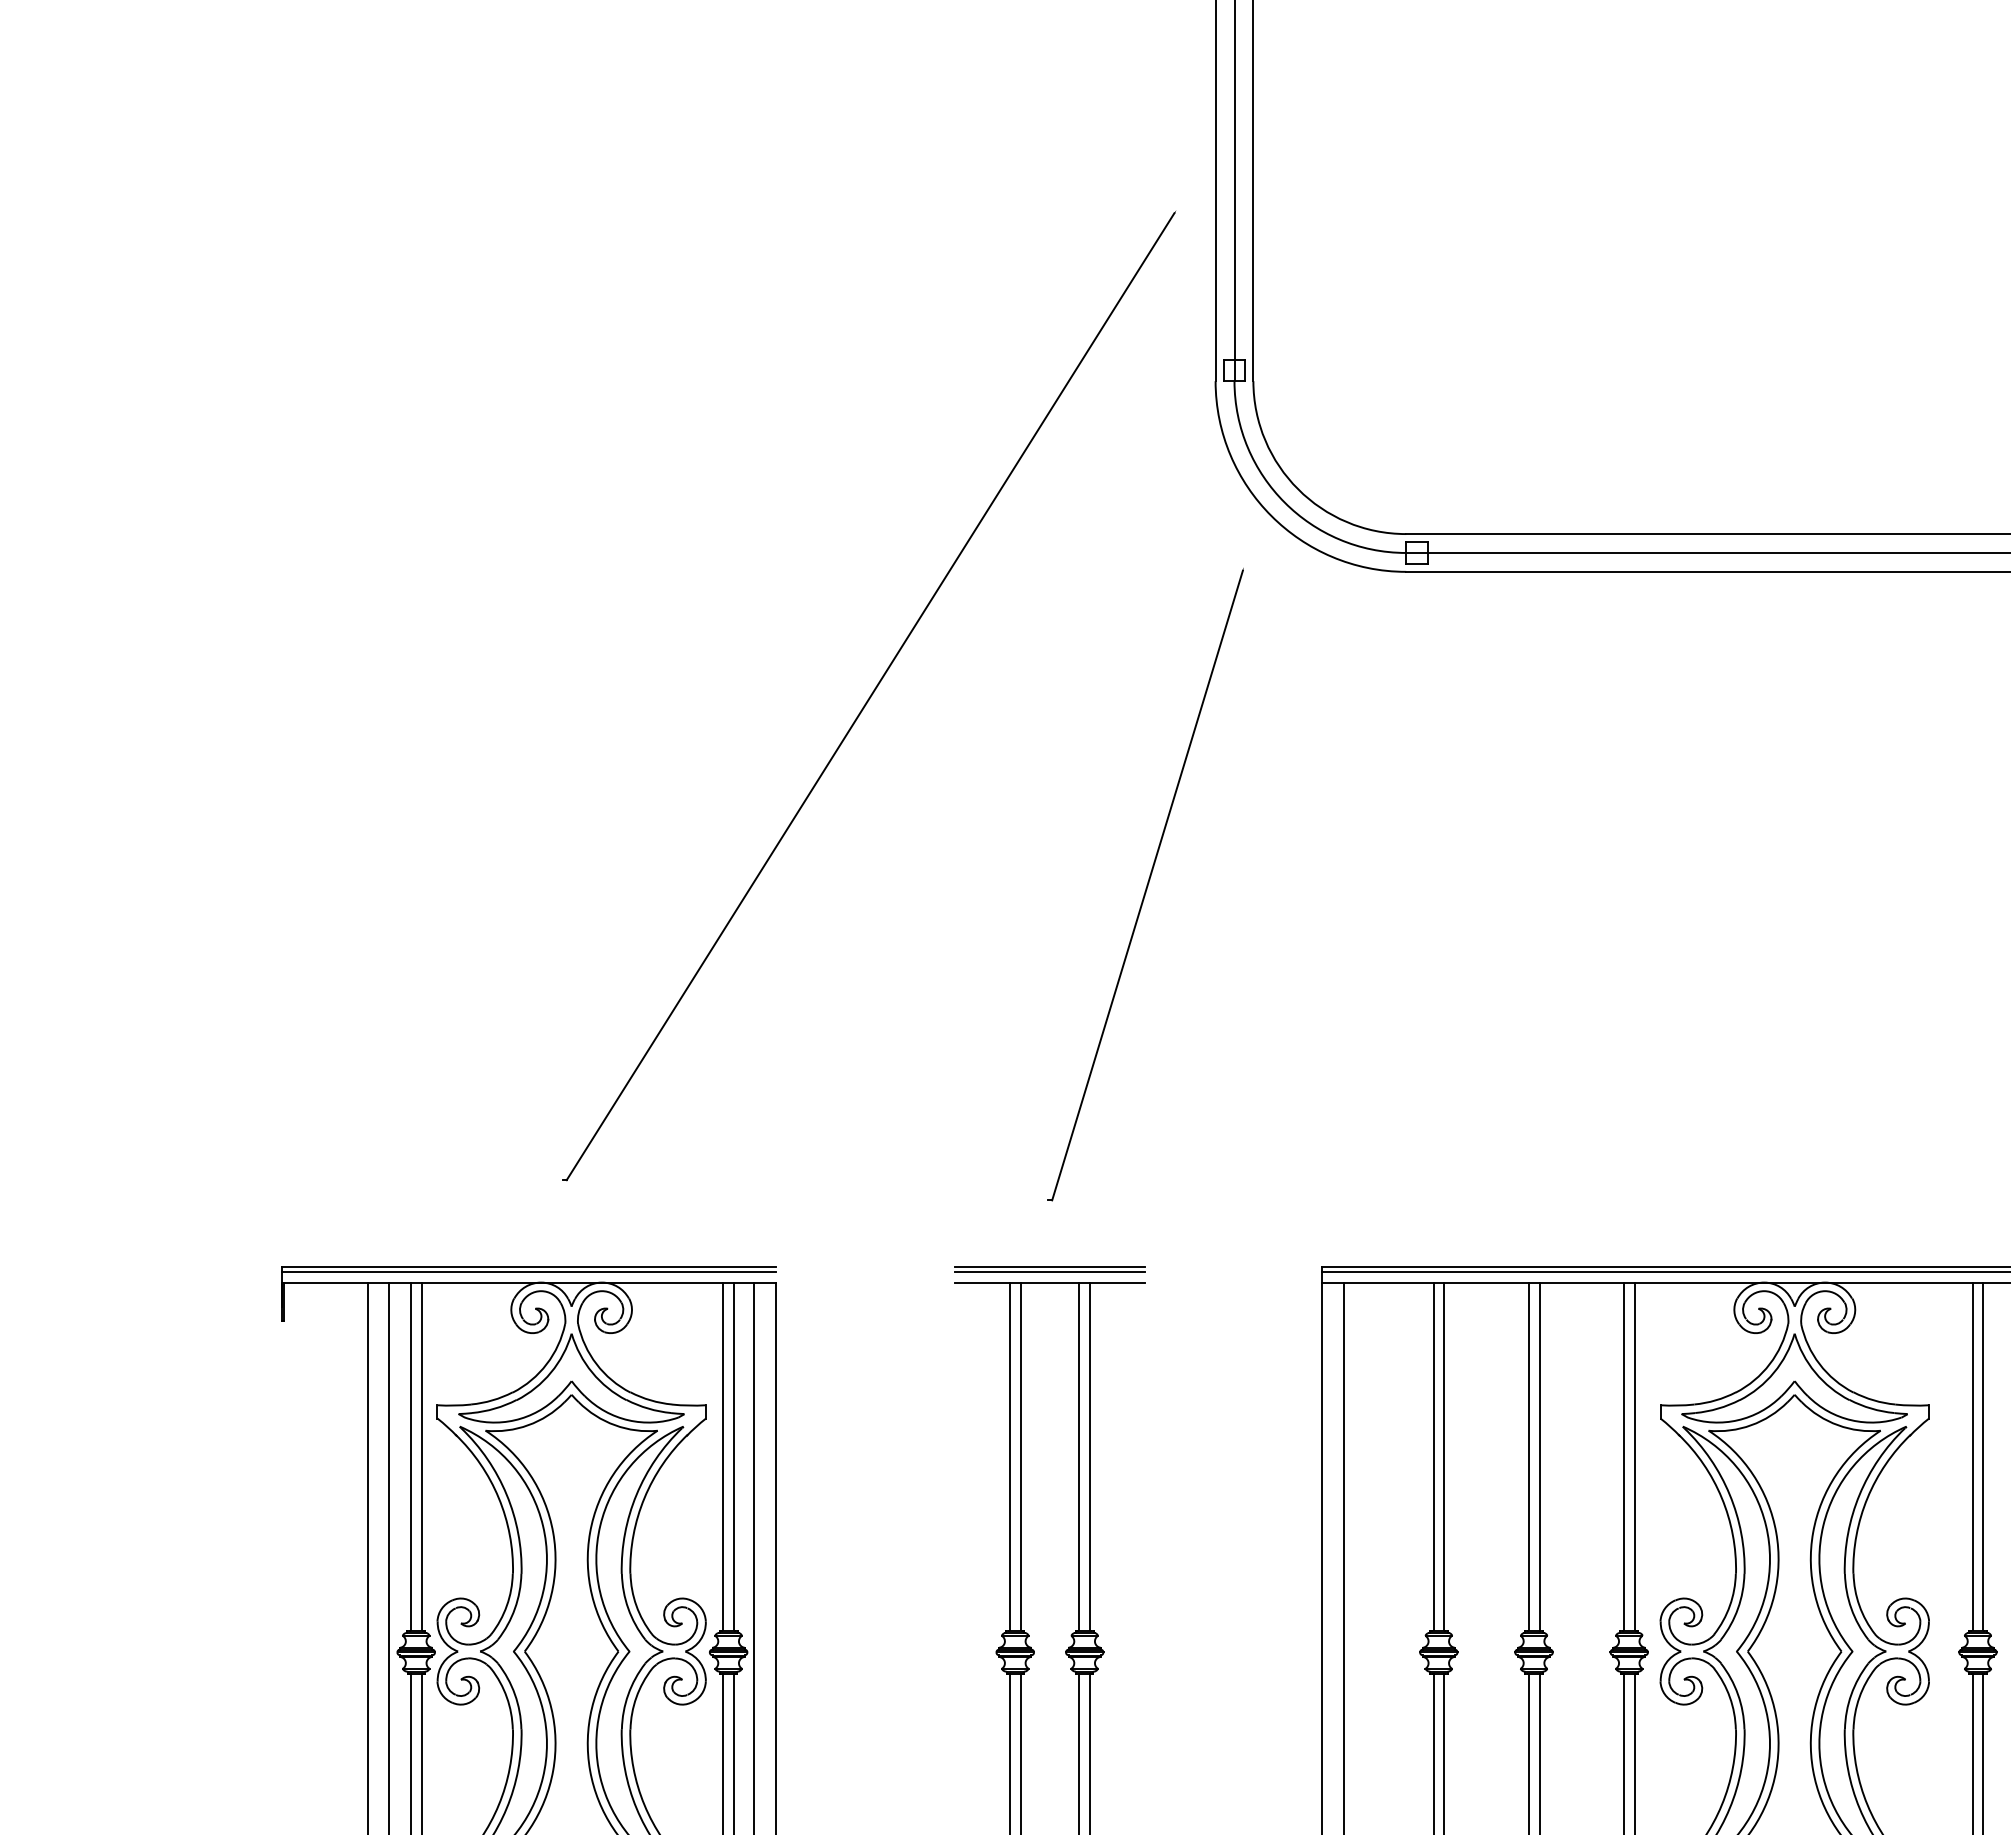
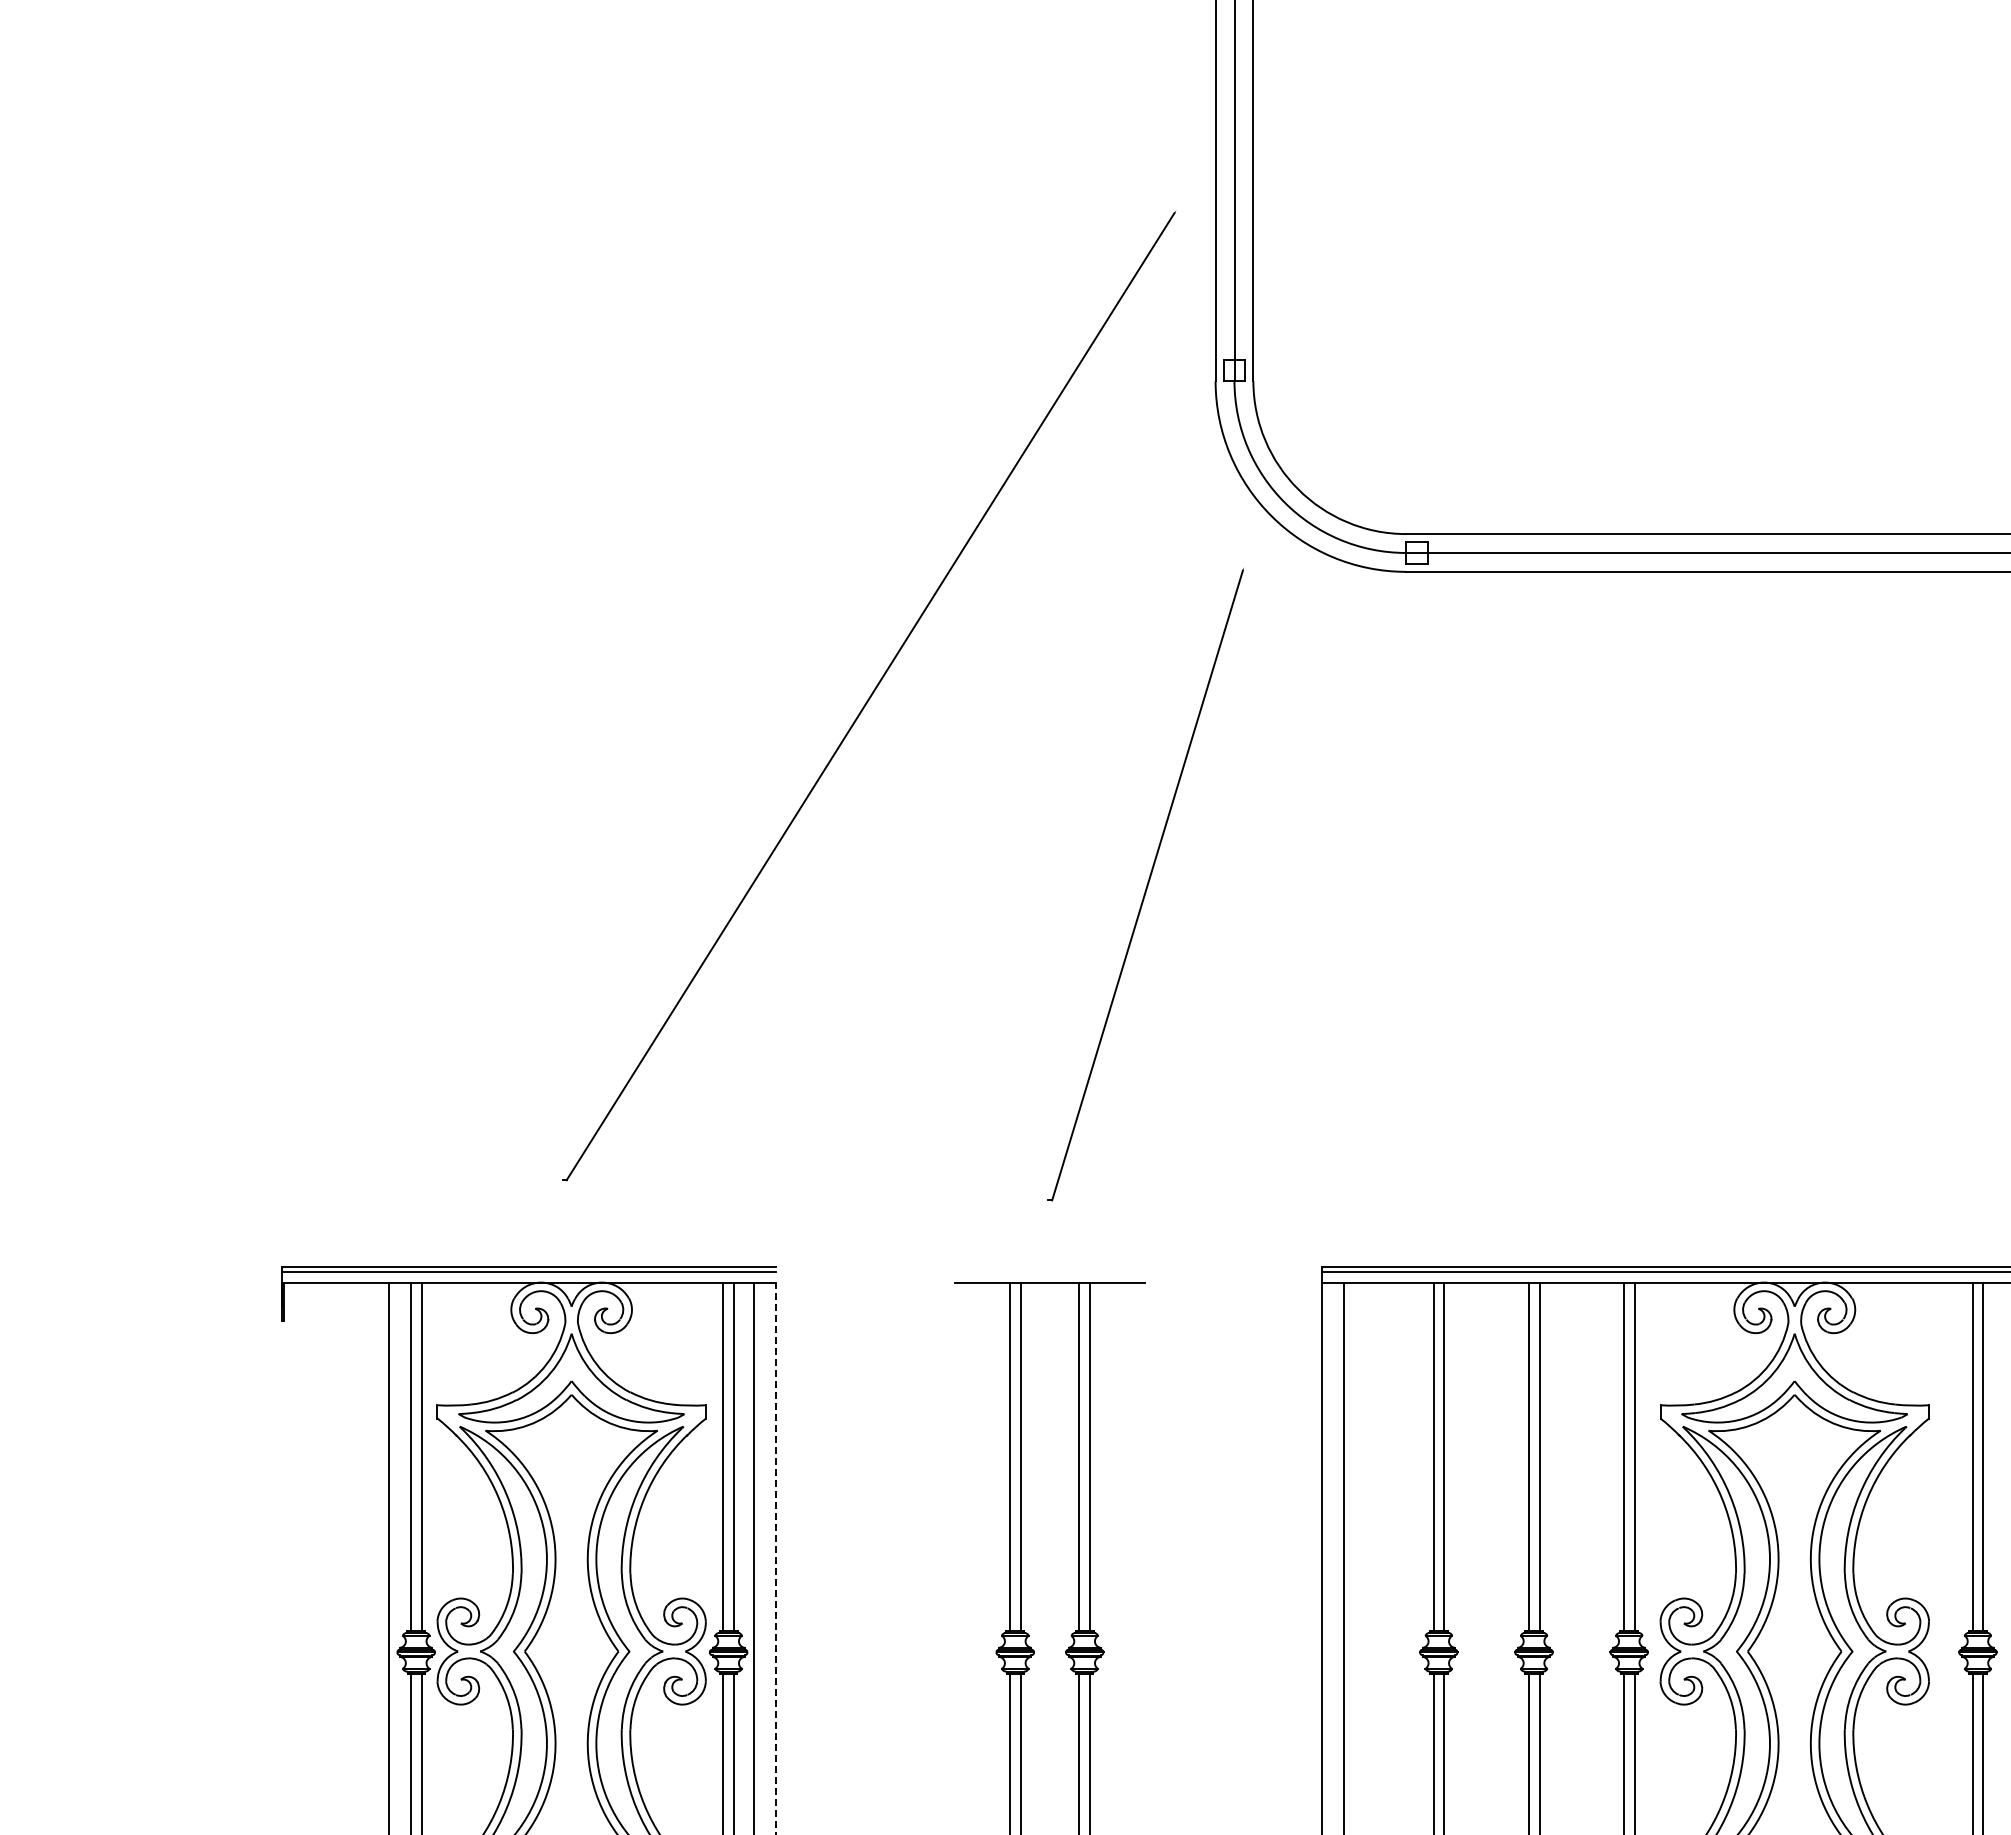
part at (1049, 1269): present -> none
line at (367, 1557): present -> none
line at (775, 1559): solid -> dashed
